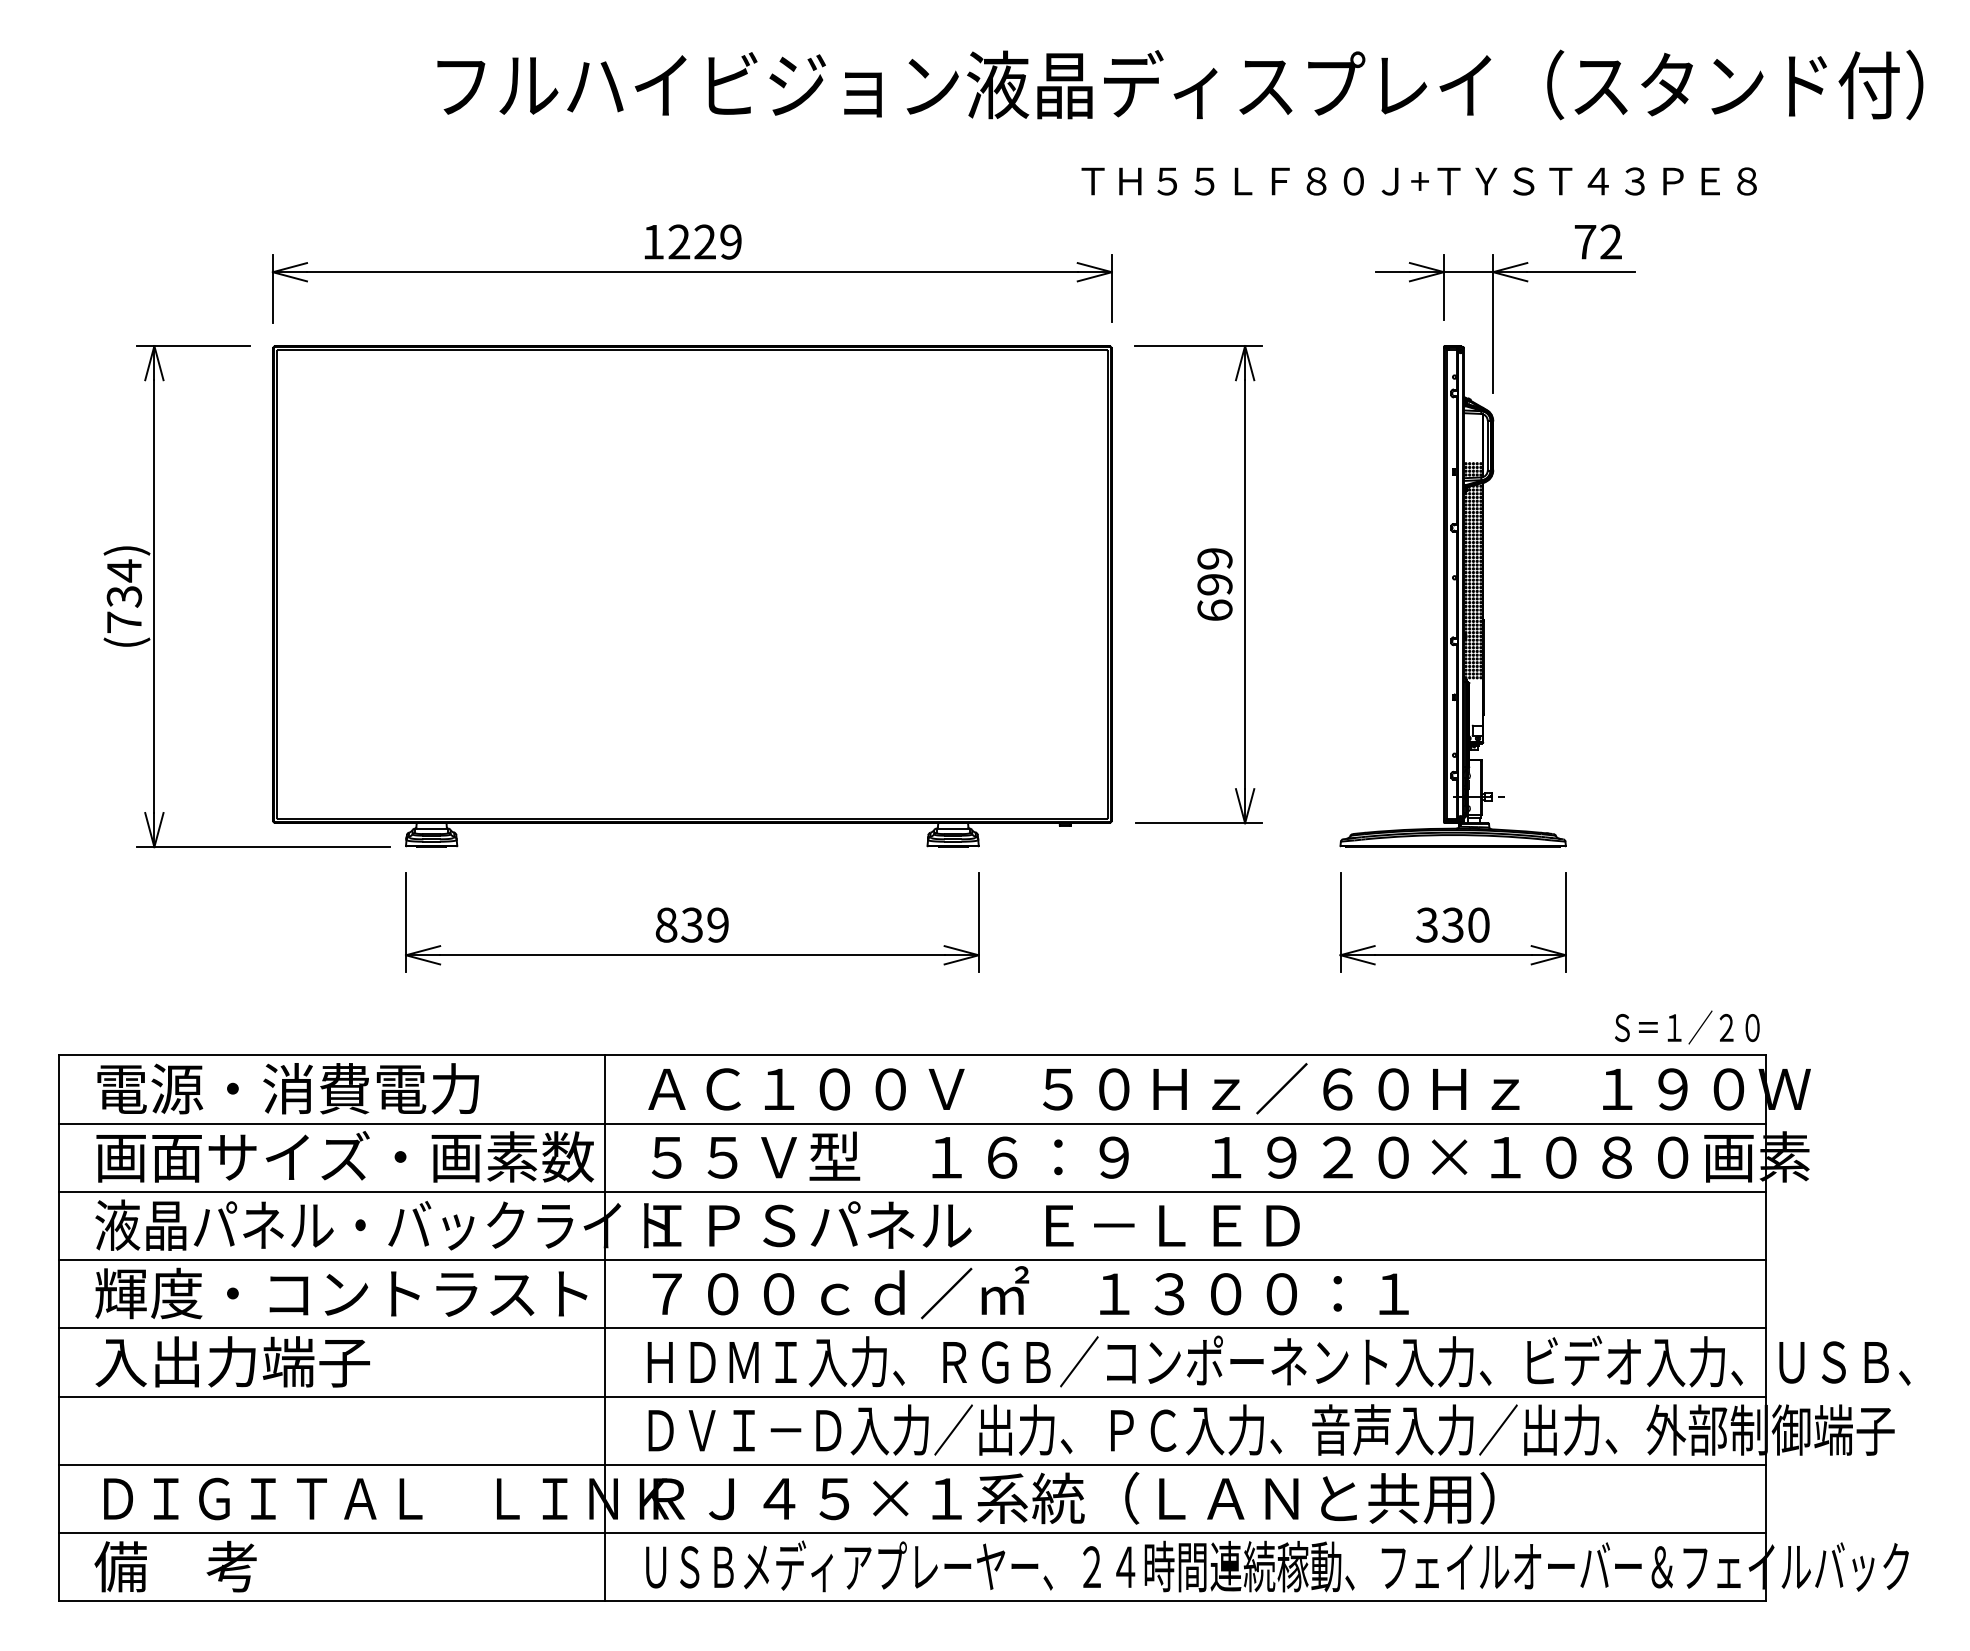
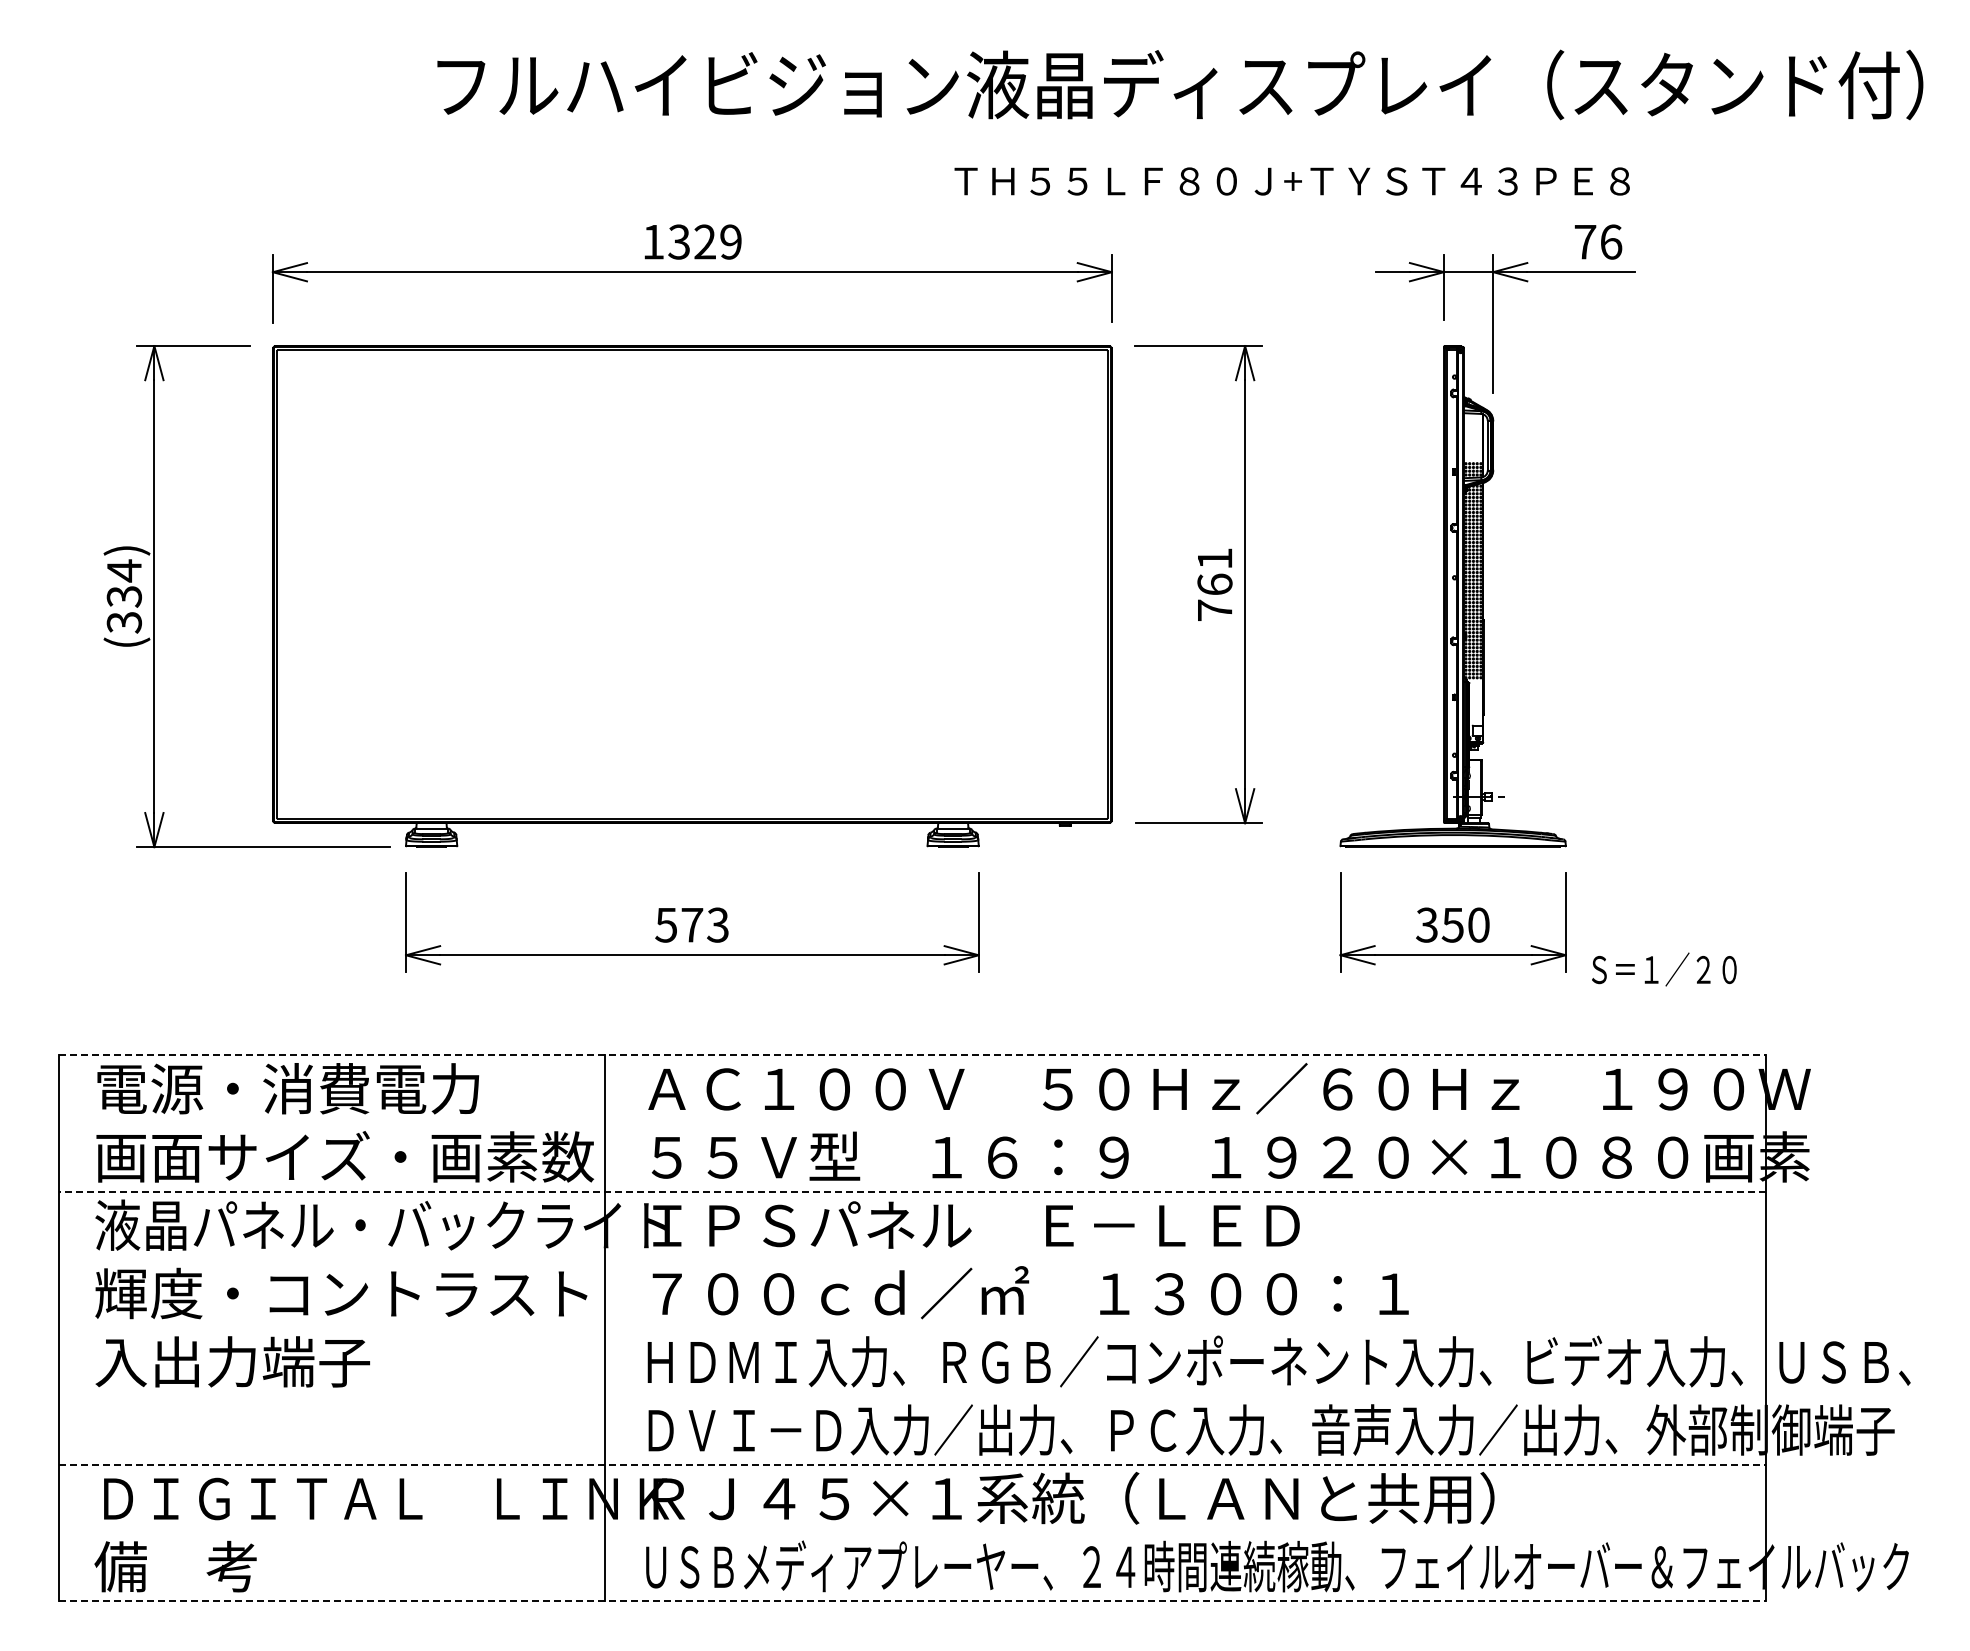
text at (1418, 181) position: (1418, 181) -> (1291, 181)
text at (1611, 241): 72 -> 76
text at (679, 242): 1229 -> 1329
text at (1214, 584): 699 -> 761
text at (124, 622): (734) -> (334)
text at (691, 924): 839 -> 573
text at (1452, 924): 330 -> 350
text at (1687, 1027) position: (1687, 1027) -> (1664, 969)
line at (912, 1055): solid -> dashed
line at (912, 1123): present -> none
line at (911, 1191): solid -> dashed
line at (912, 1260): present -> none
line at (912, 1328): present -> none
line at (912, 1396): present -> none
line at (912, 1464): solid -> dashed
line at (912, 1533): present -> none
line at (912, 1601): solid -> dashed
